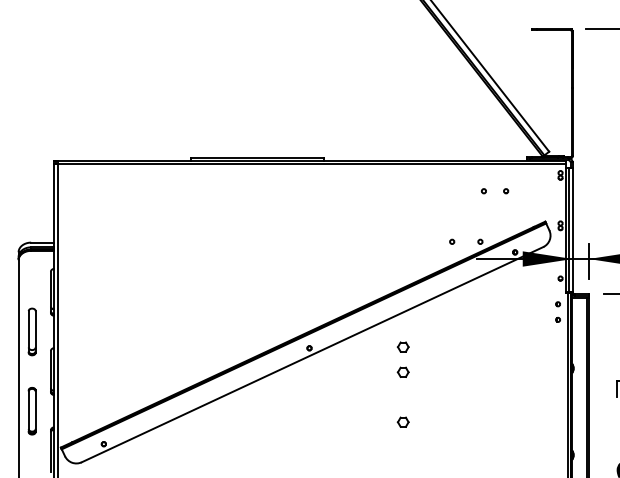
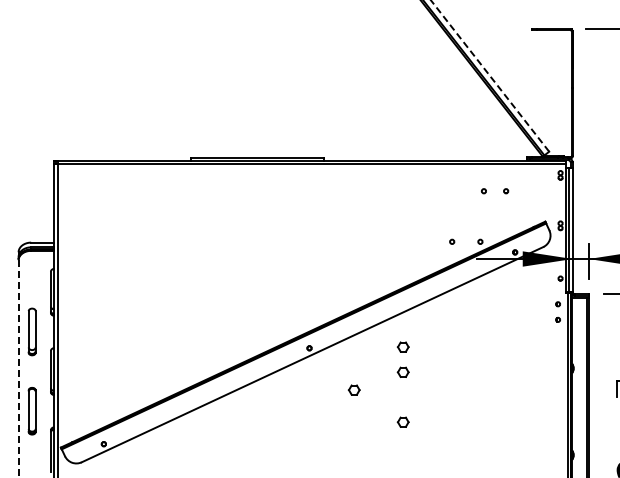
line at (490, 76): solid -> dashed
line at (18, 369): solid -> dashed
part at (353, 389): none -> present
